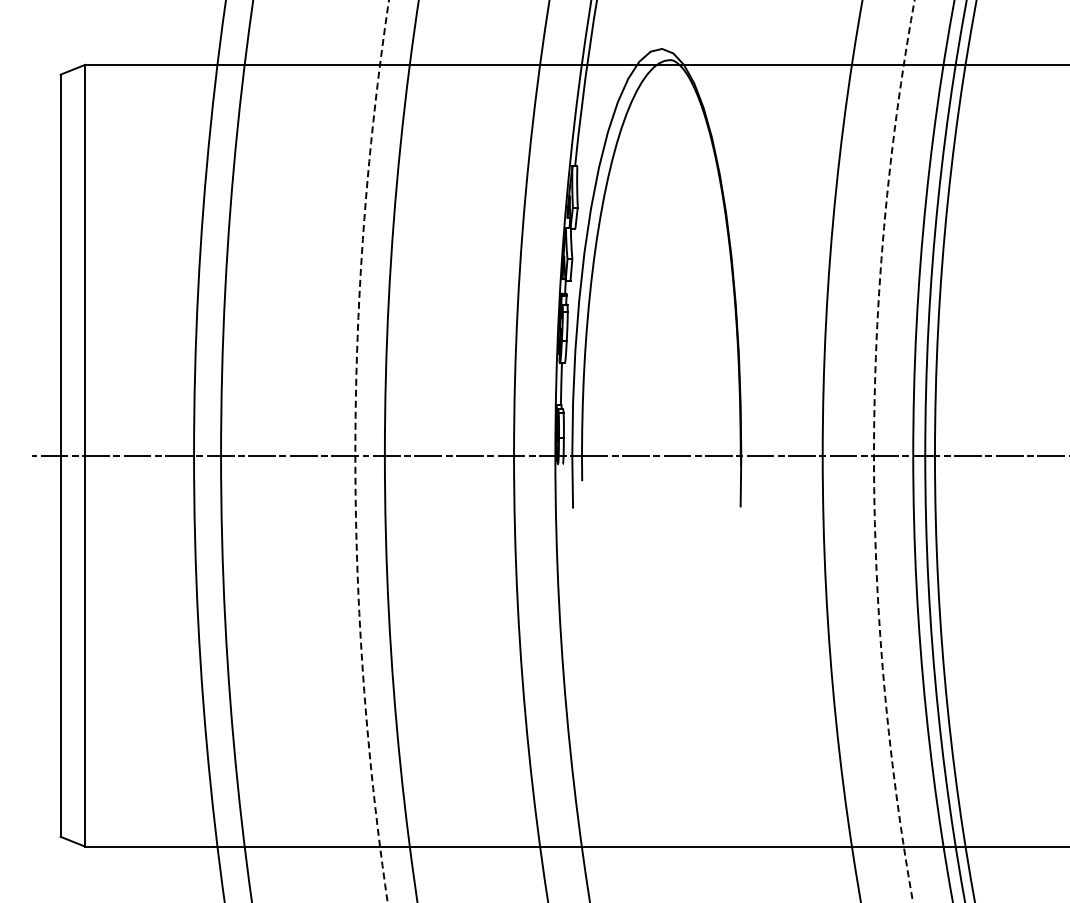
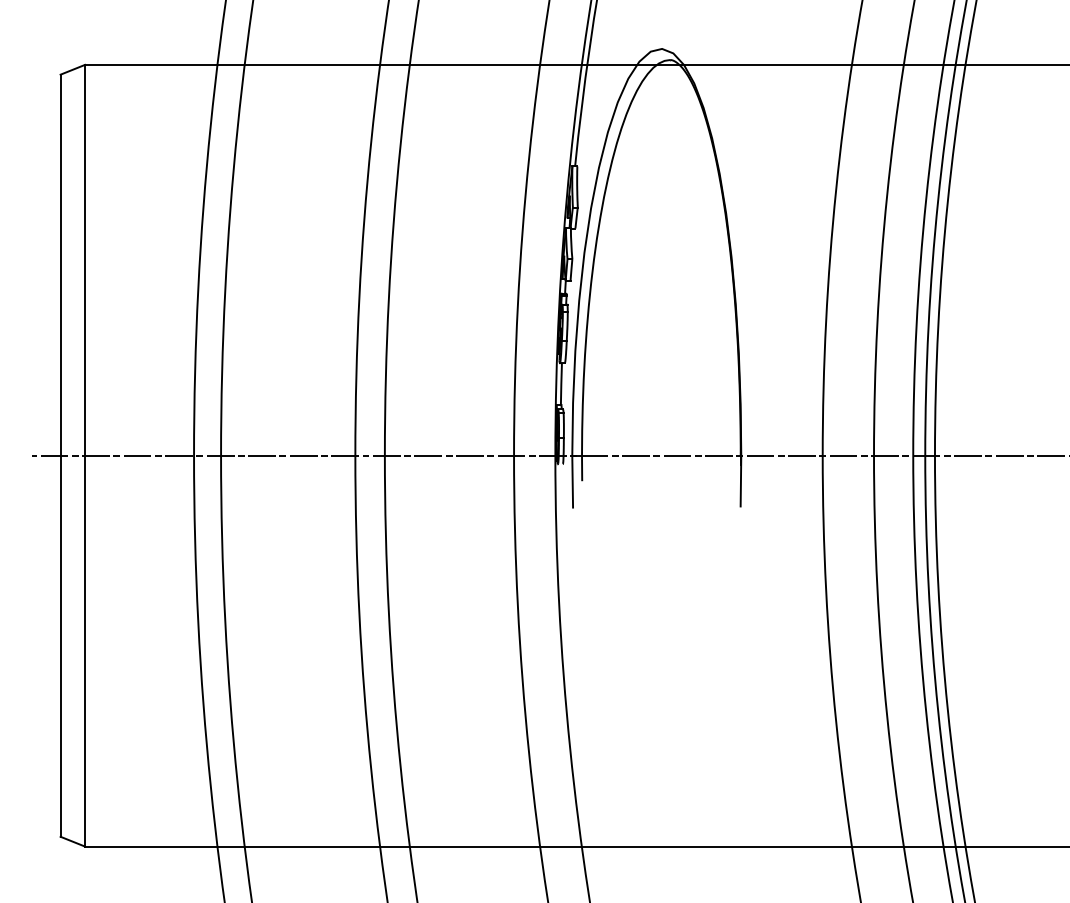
circle at (371, 451): dashed -> solid
circle at (894, 451): dashed -> solid
